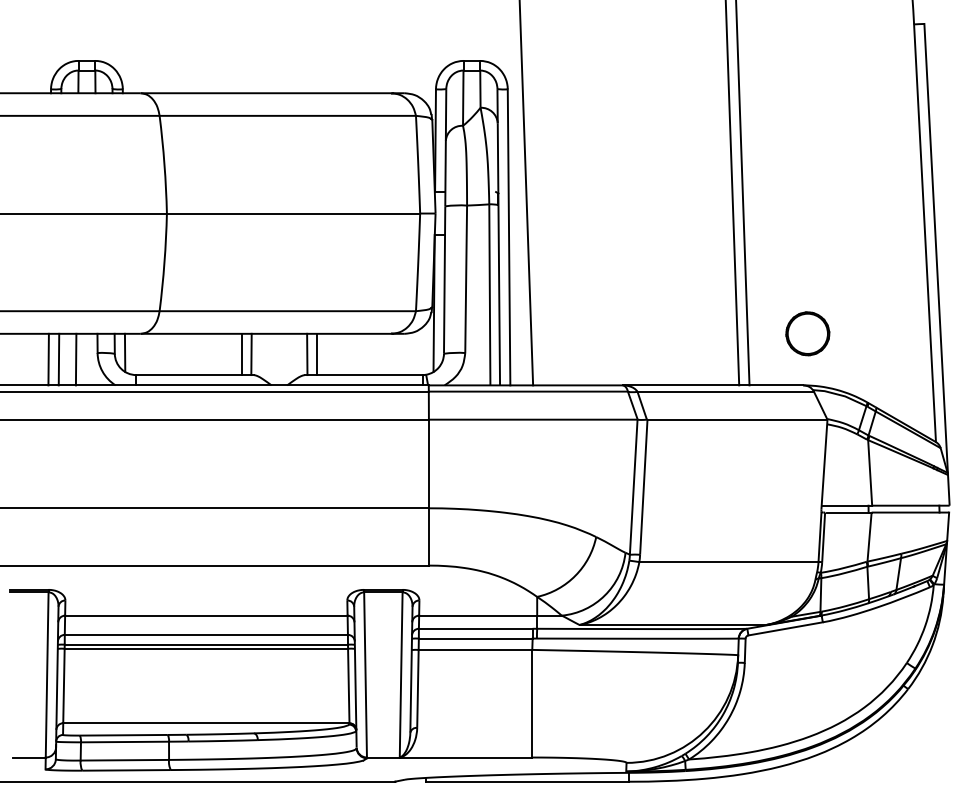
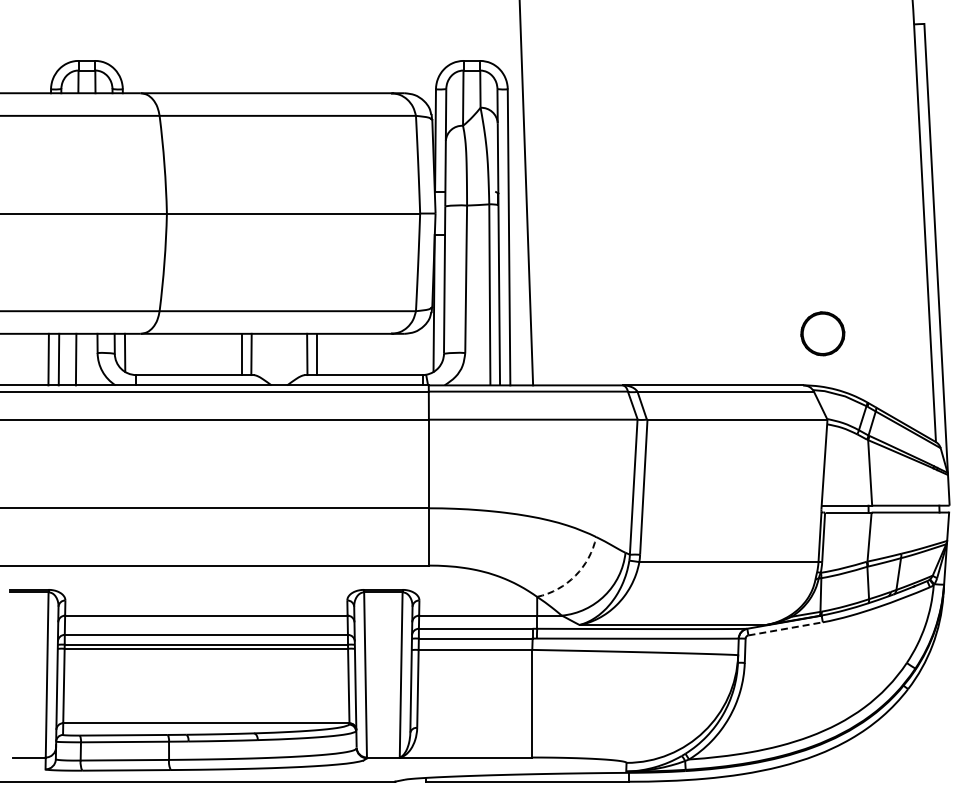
line at (732, 193): present -> none
line at (742, 193): present -> none
part at (807, 333) position: (807, 333) -> (822, 333)
arc at (575, 575): solid -> dashed
line at (785, 628): solid -> dashed
